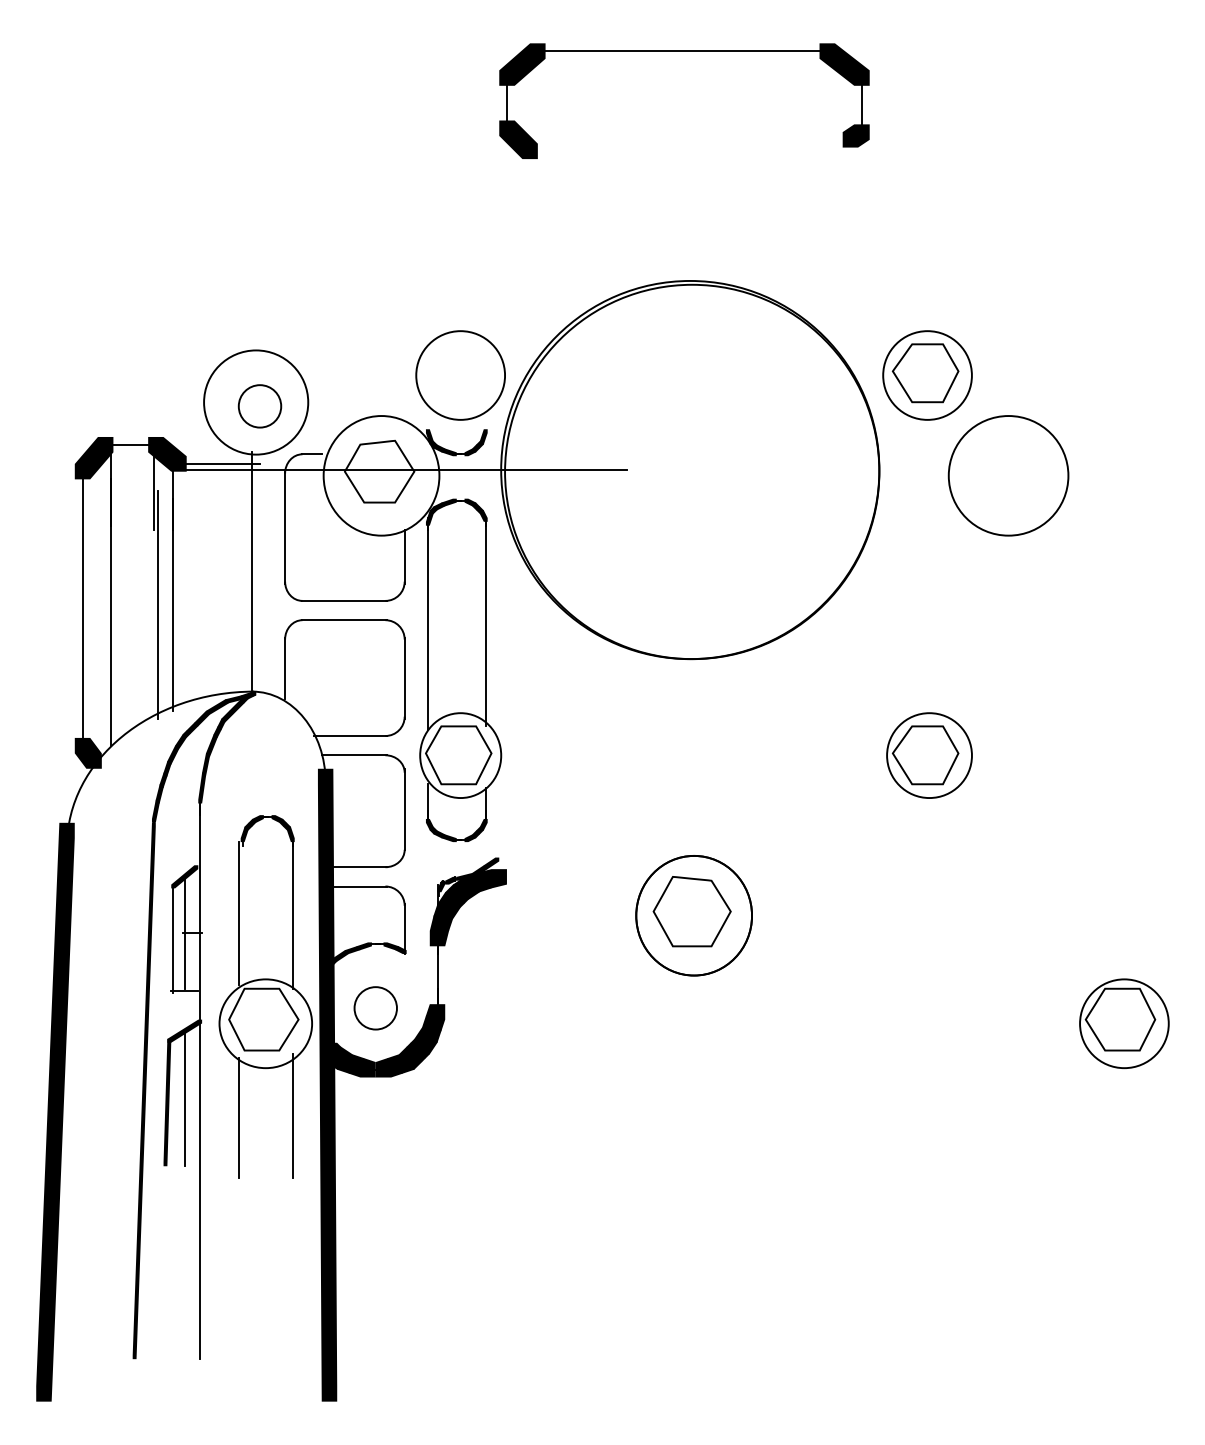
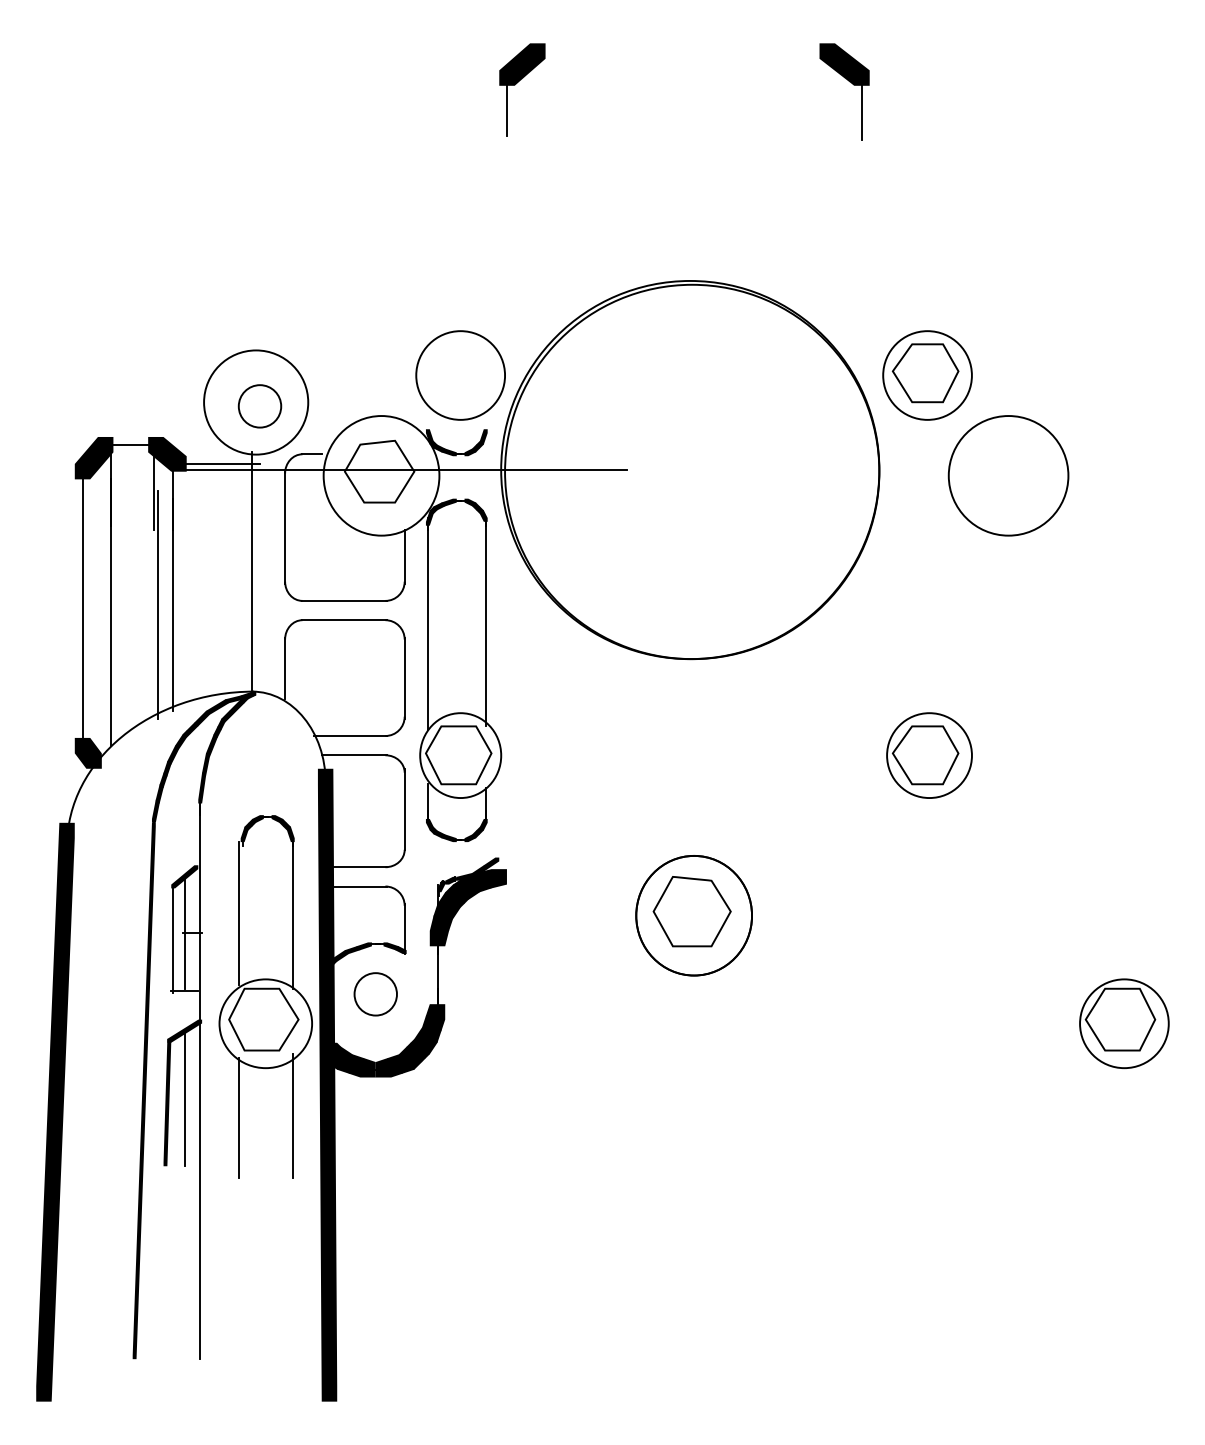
line at (682, 51): present -> none
fill at (855, 135): present -> none
fill at (518, 139): present -> none
part at (375, 1008) position: (375, 1008) -> (375, 994)
